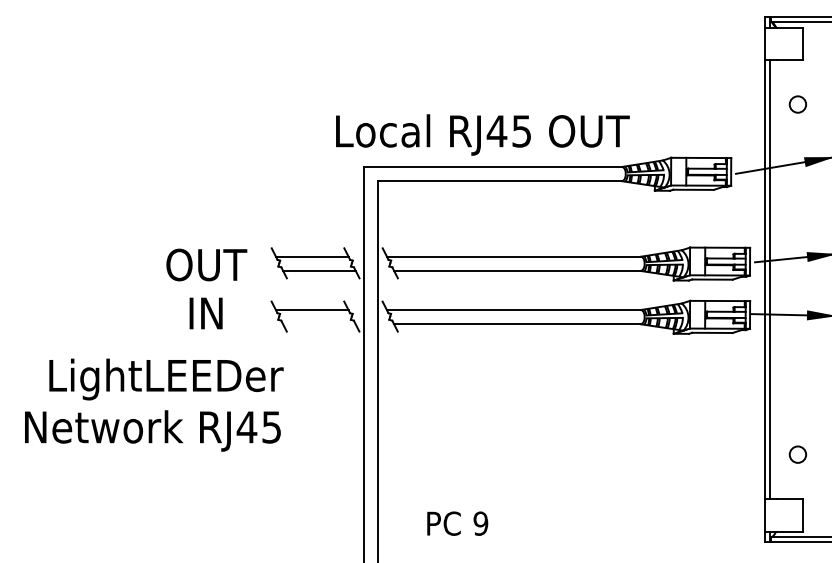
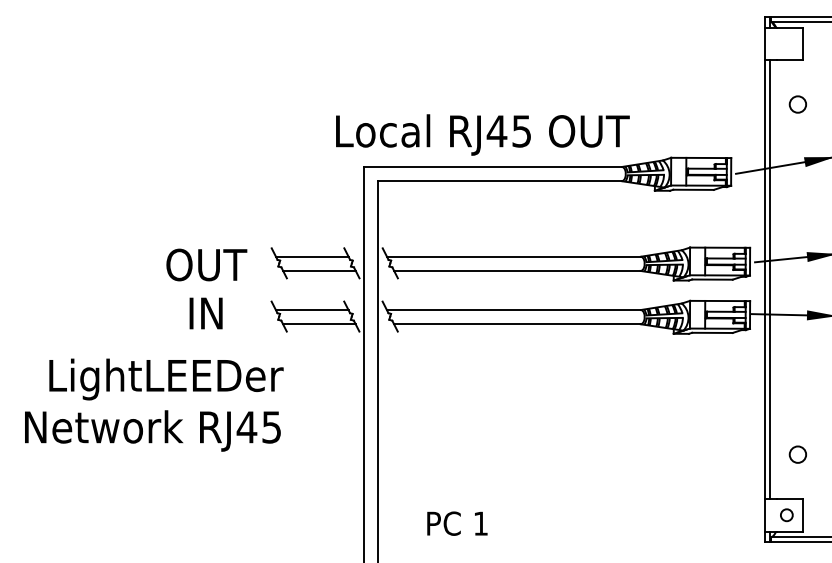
line at (319, 324): none -> present
circle at (786, 515): none -> present
text at (480, 523): 9 -> 1
